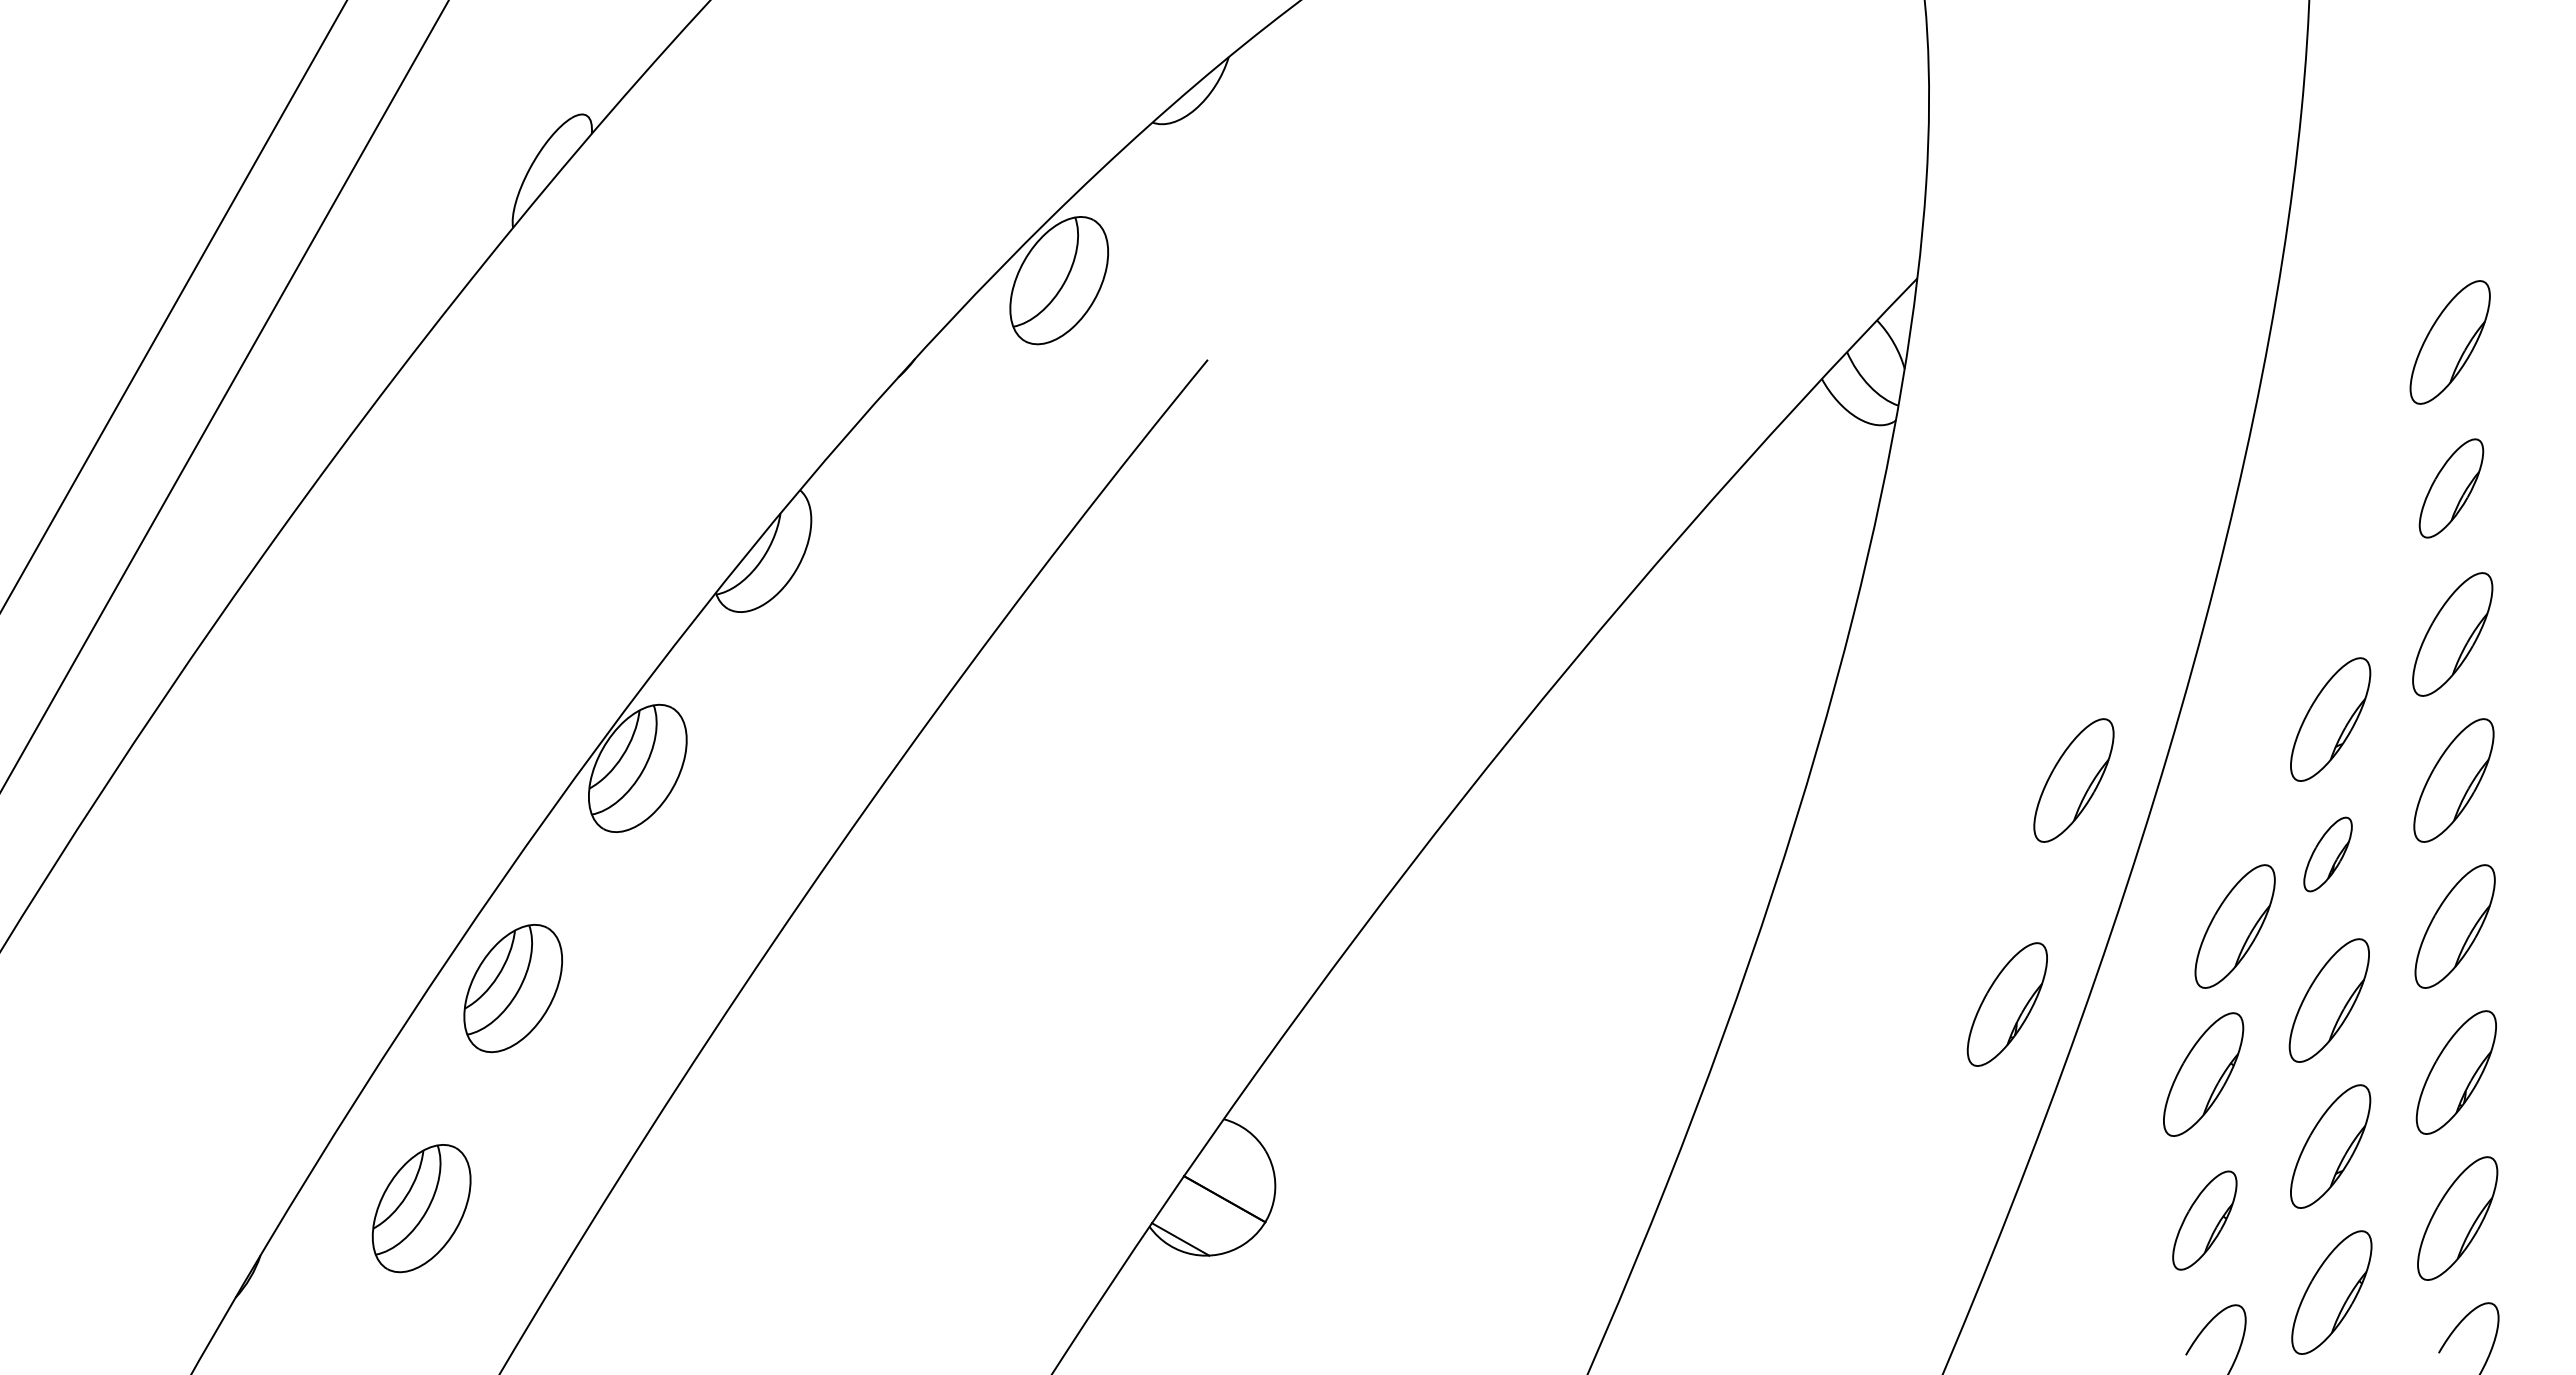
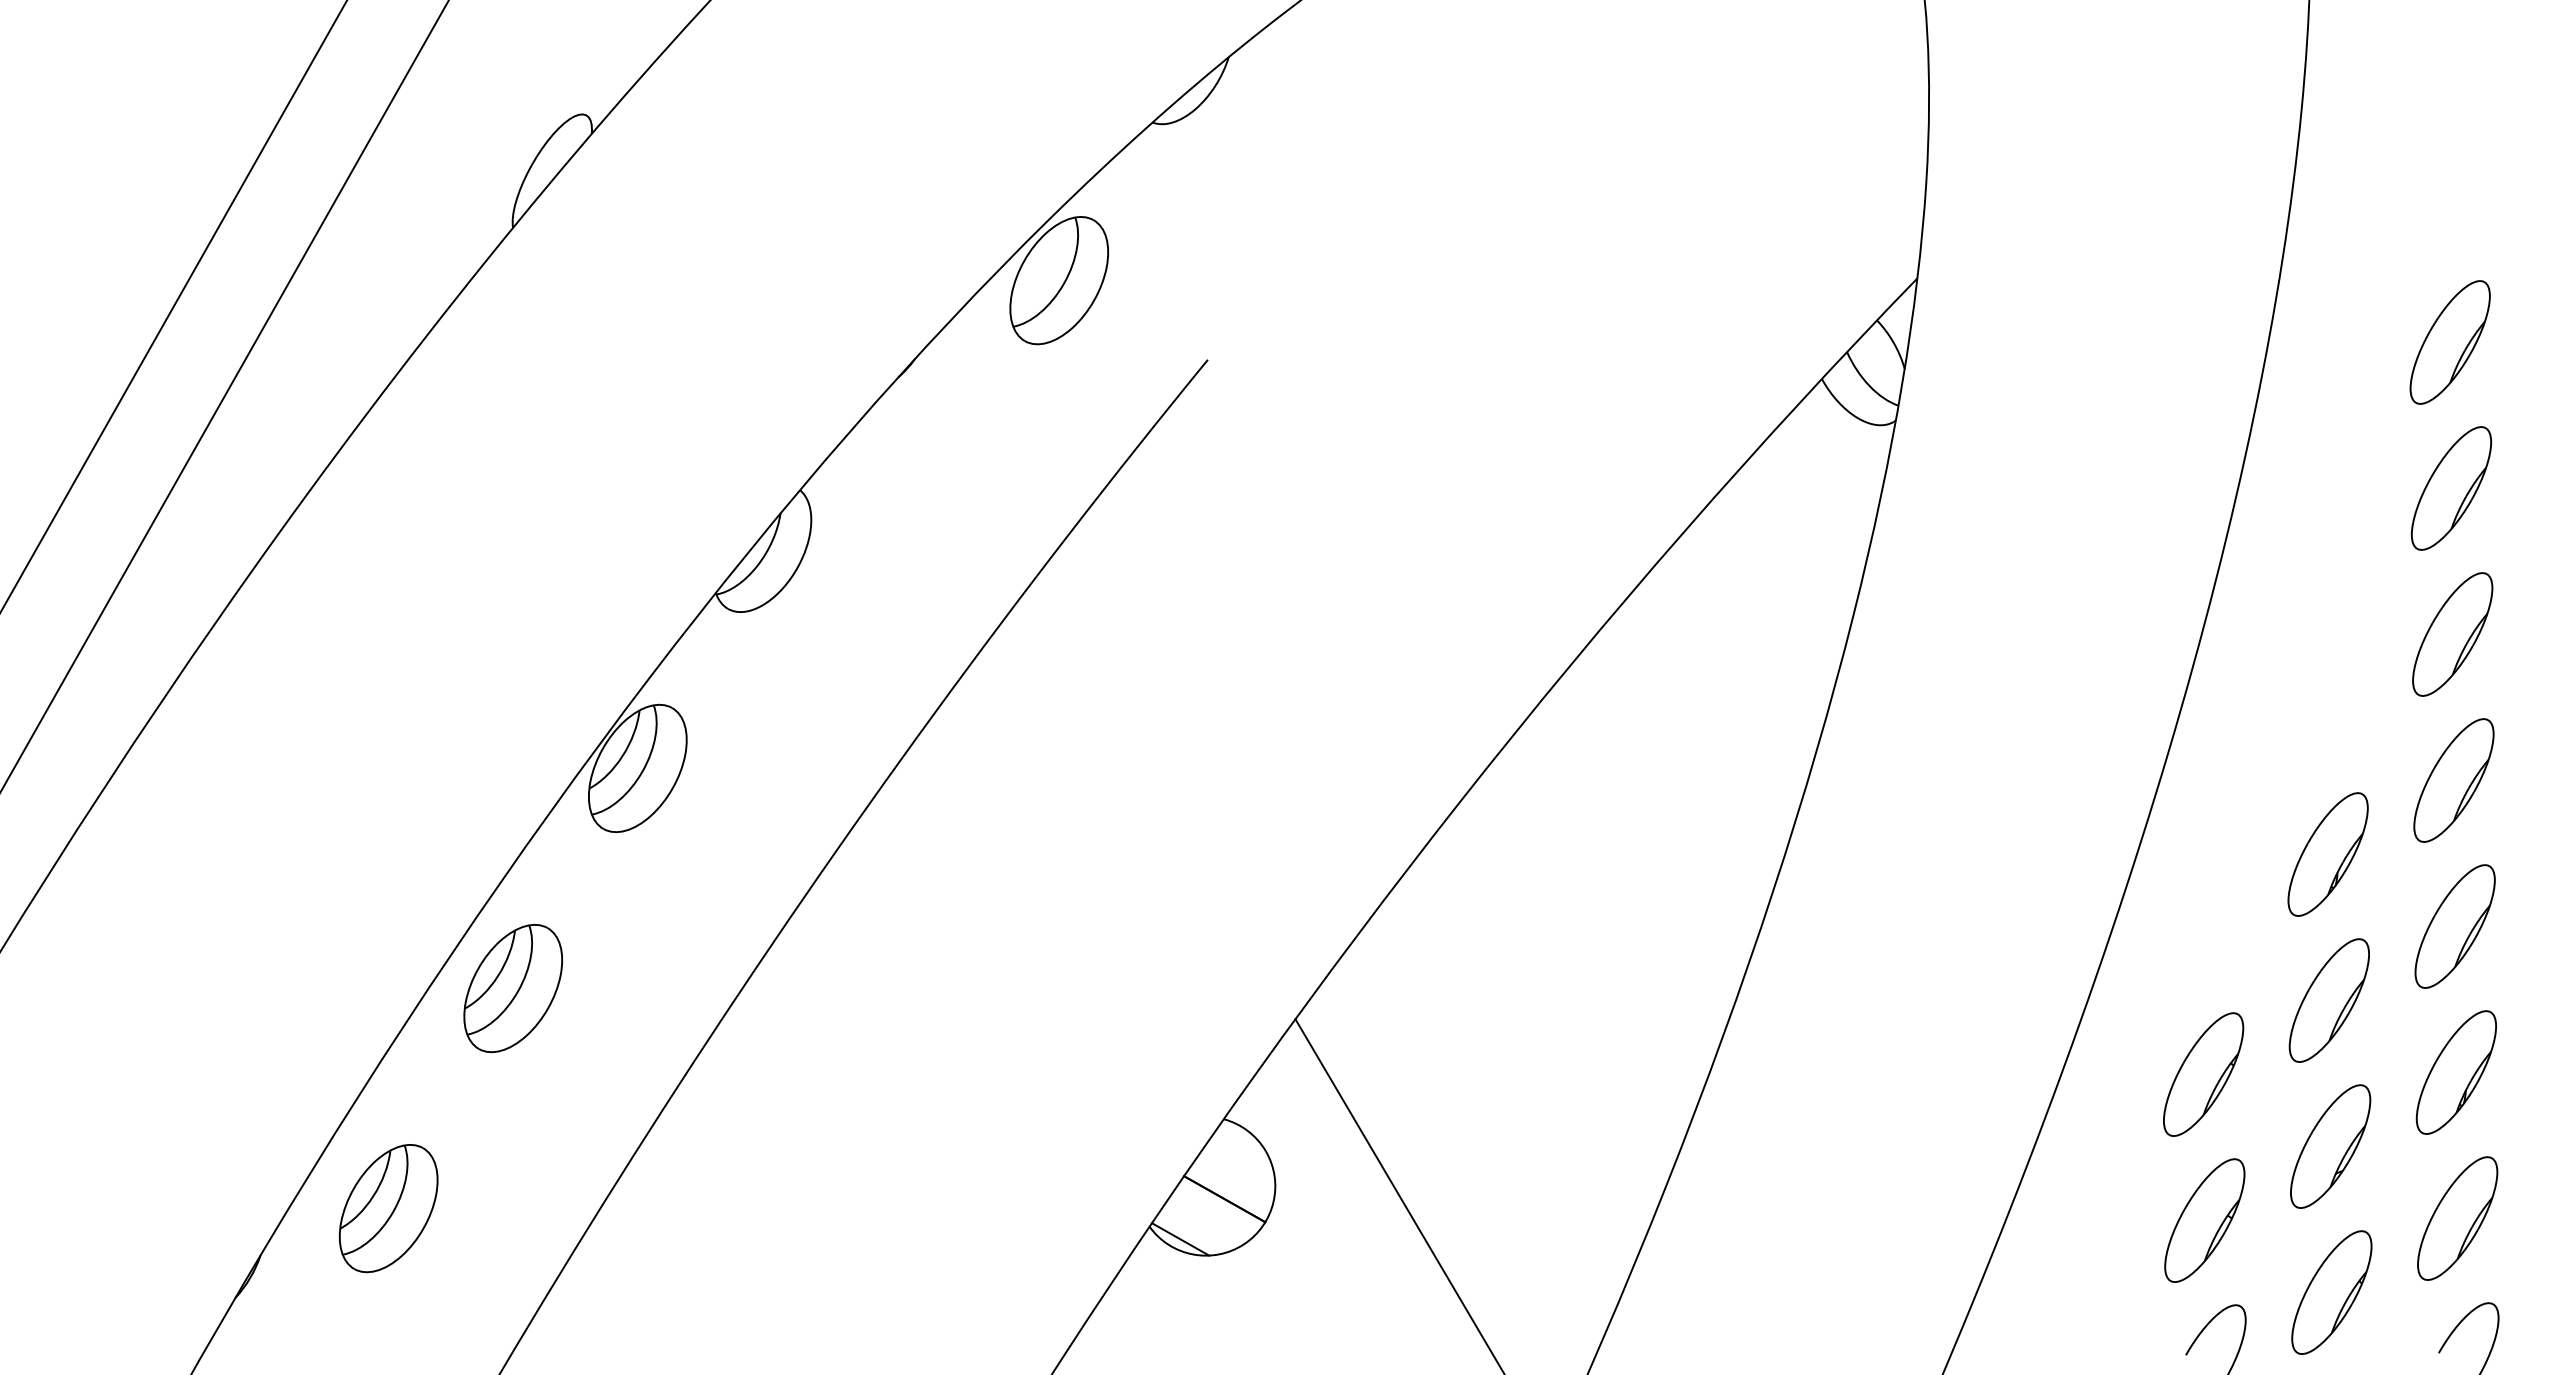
part at (2451, 488) size: 67x101 px -> 83x125 px
part at (2330, 719): present -> none
part at (2073, 780): present -> none
part at (2327, 854) size: 50x77 px -> 82x125 px
part at (2234, 926): present -> none
part at (2006, 1004): present -> none
line at (1398, 1195): none -> present
part at (421, 1208) position: (421, 1208) -> (388, 1208)
part at (2204, 1220) size: 66x101 px -> 82x125 px
